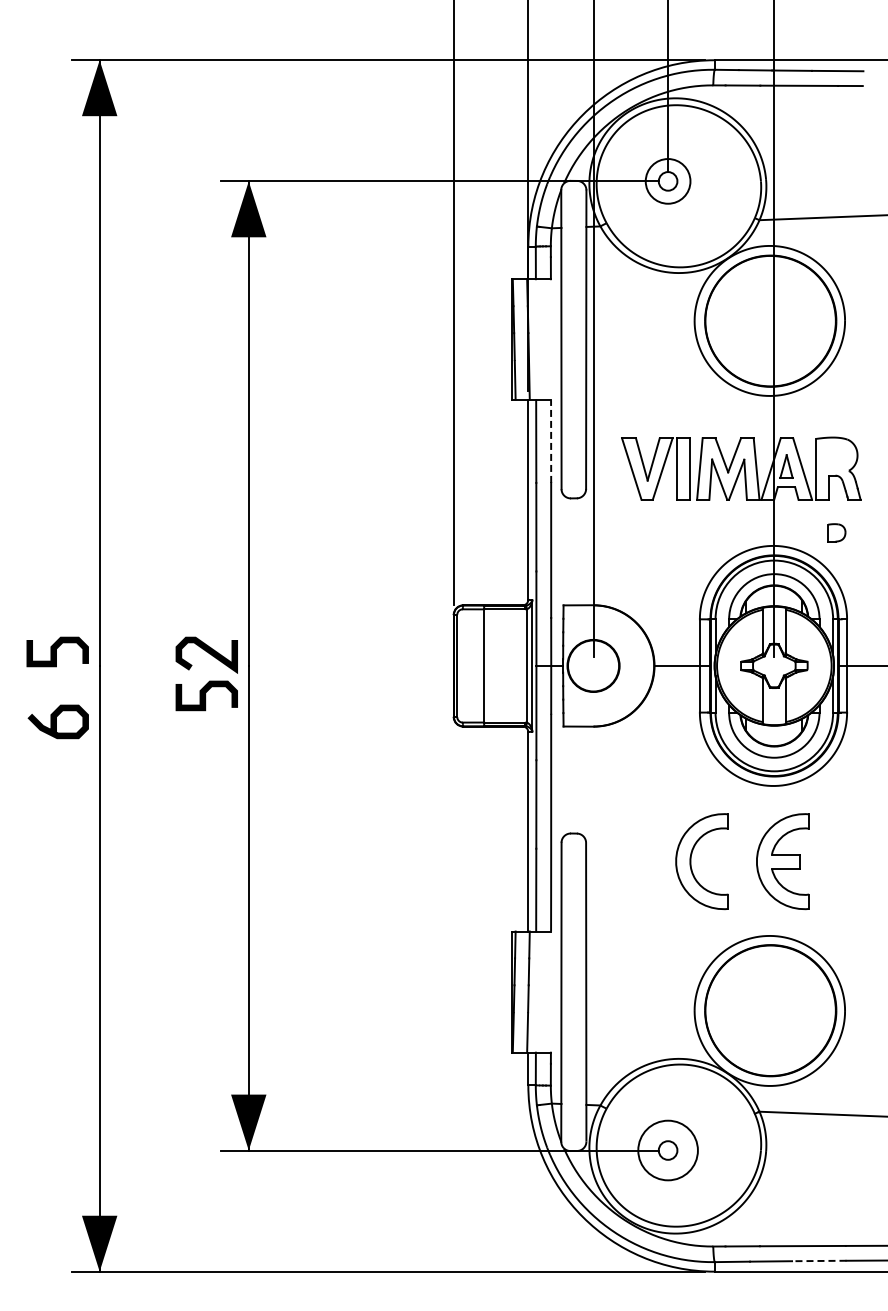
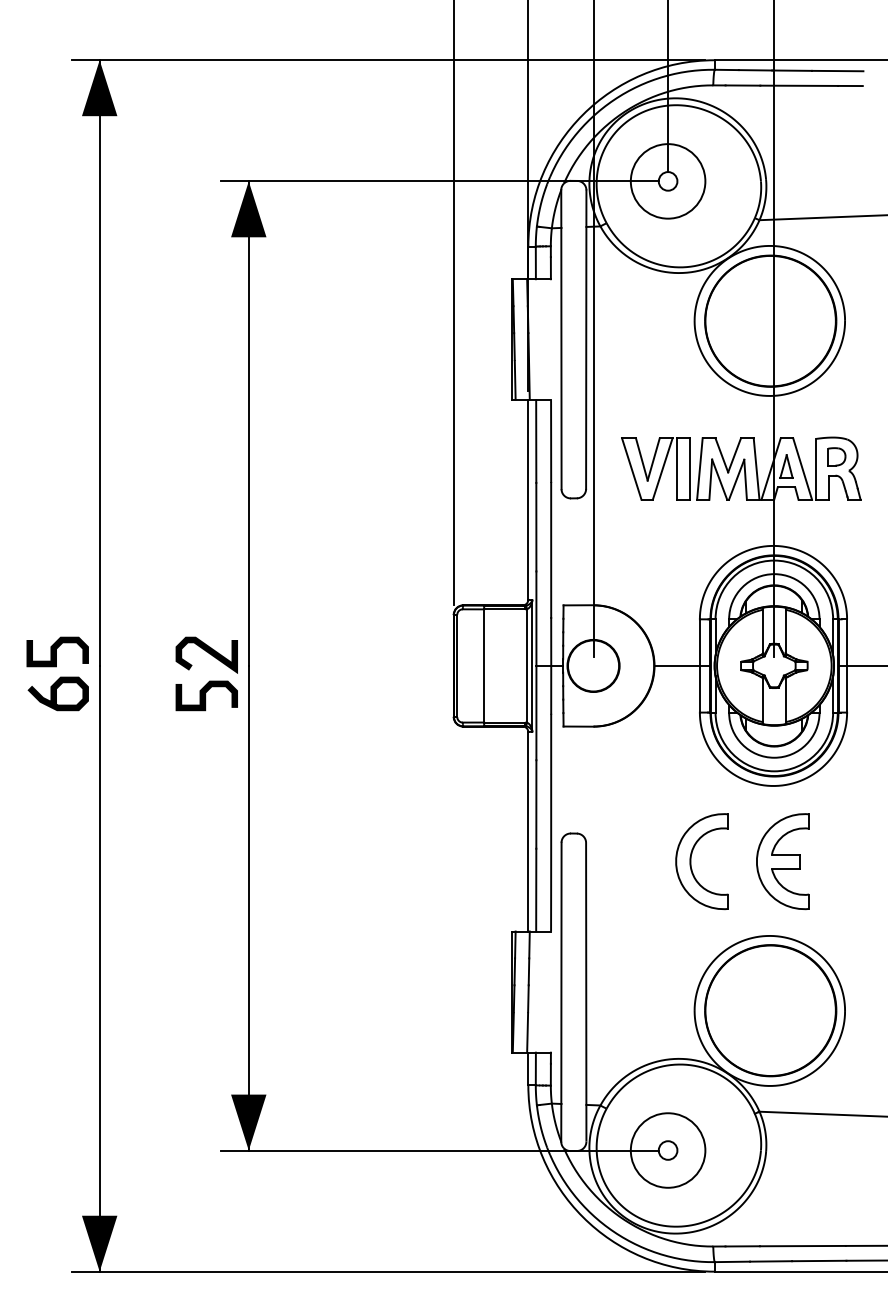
circle at (667, 181) diameter: 45 px -> 75 px
line at (551, 440): dashed -> solid
part at (836, 532) position: (836, 532) -> (836, 456)
curve at (56, 721) position: (56, 721) -> (56, 693)
circle at (667, 1150) diameter: 60 px -> 75 px
line at (818, 1260): dashed -> solid
